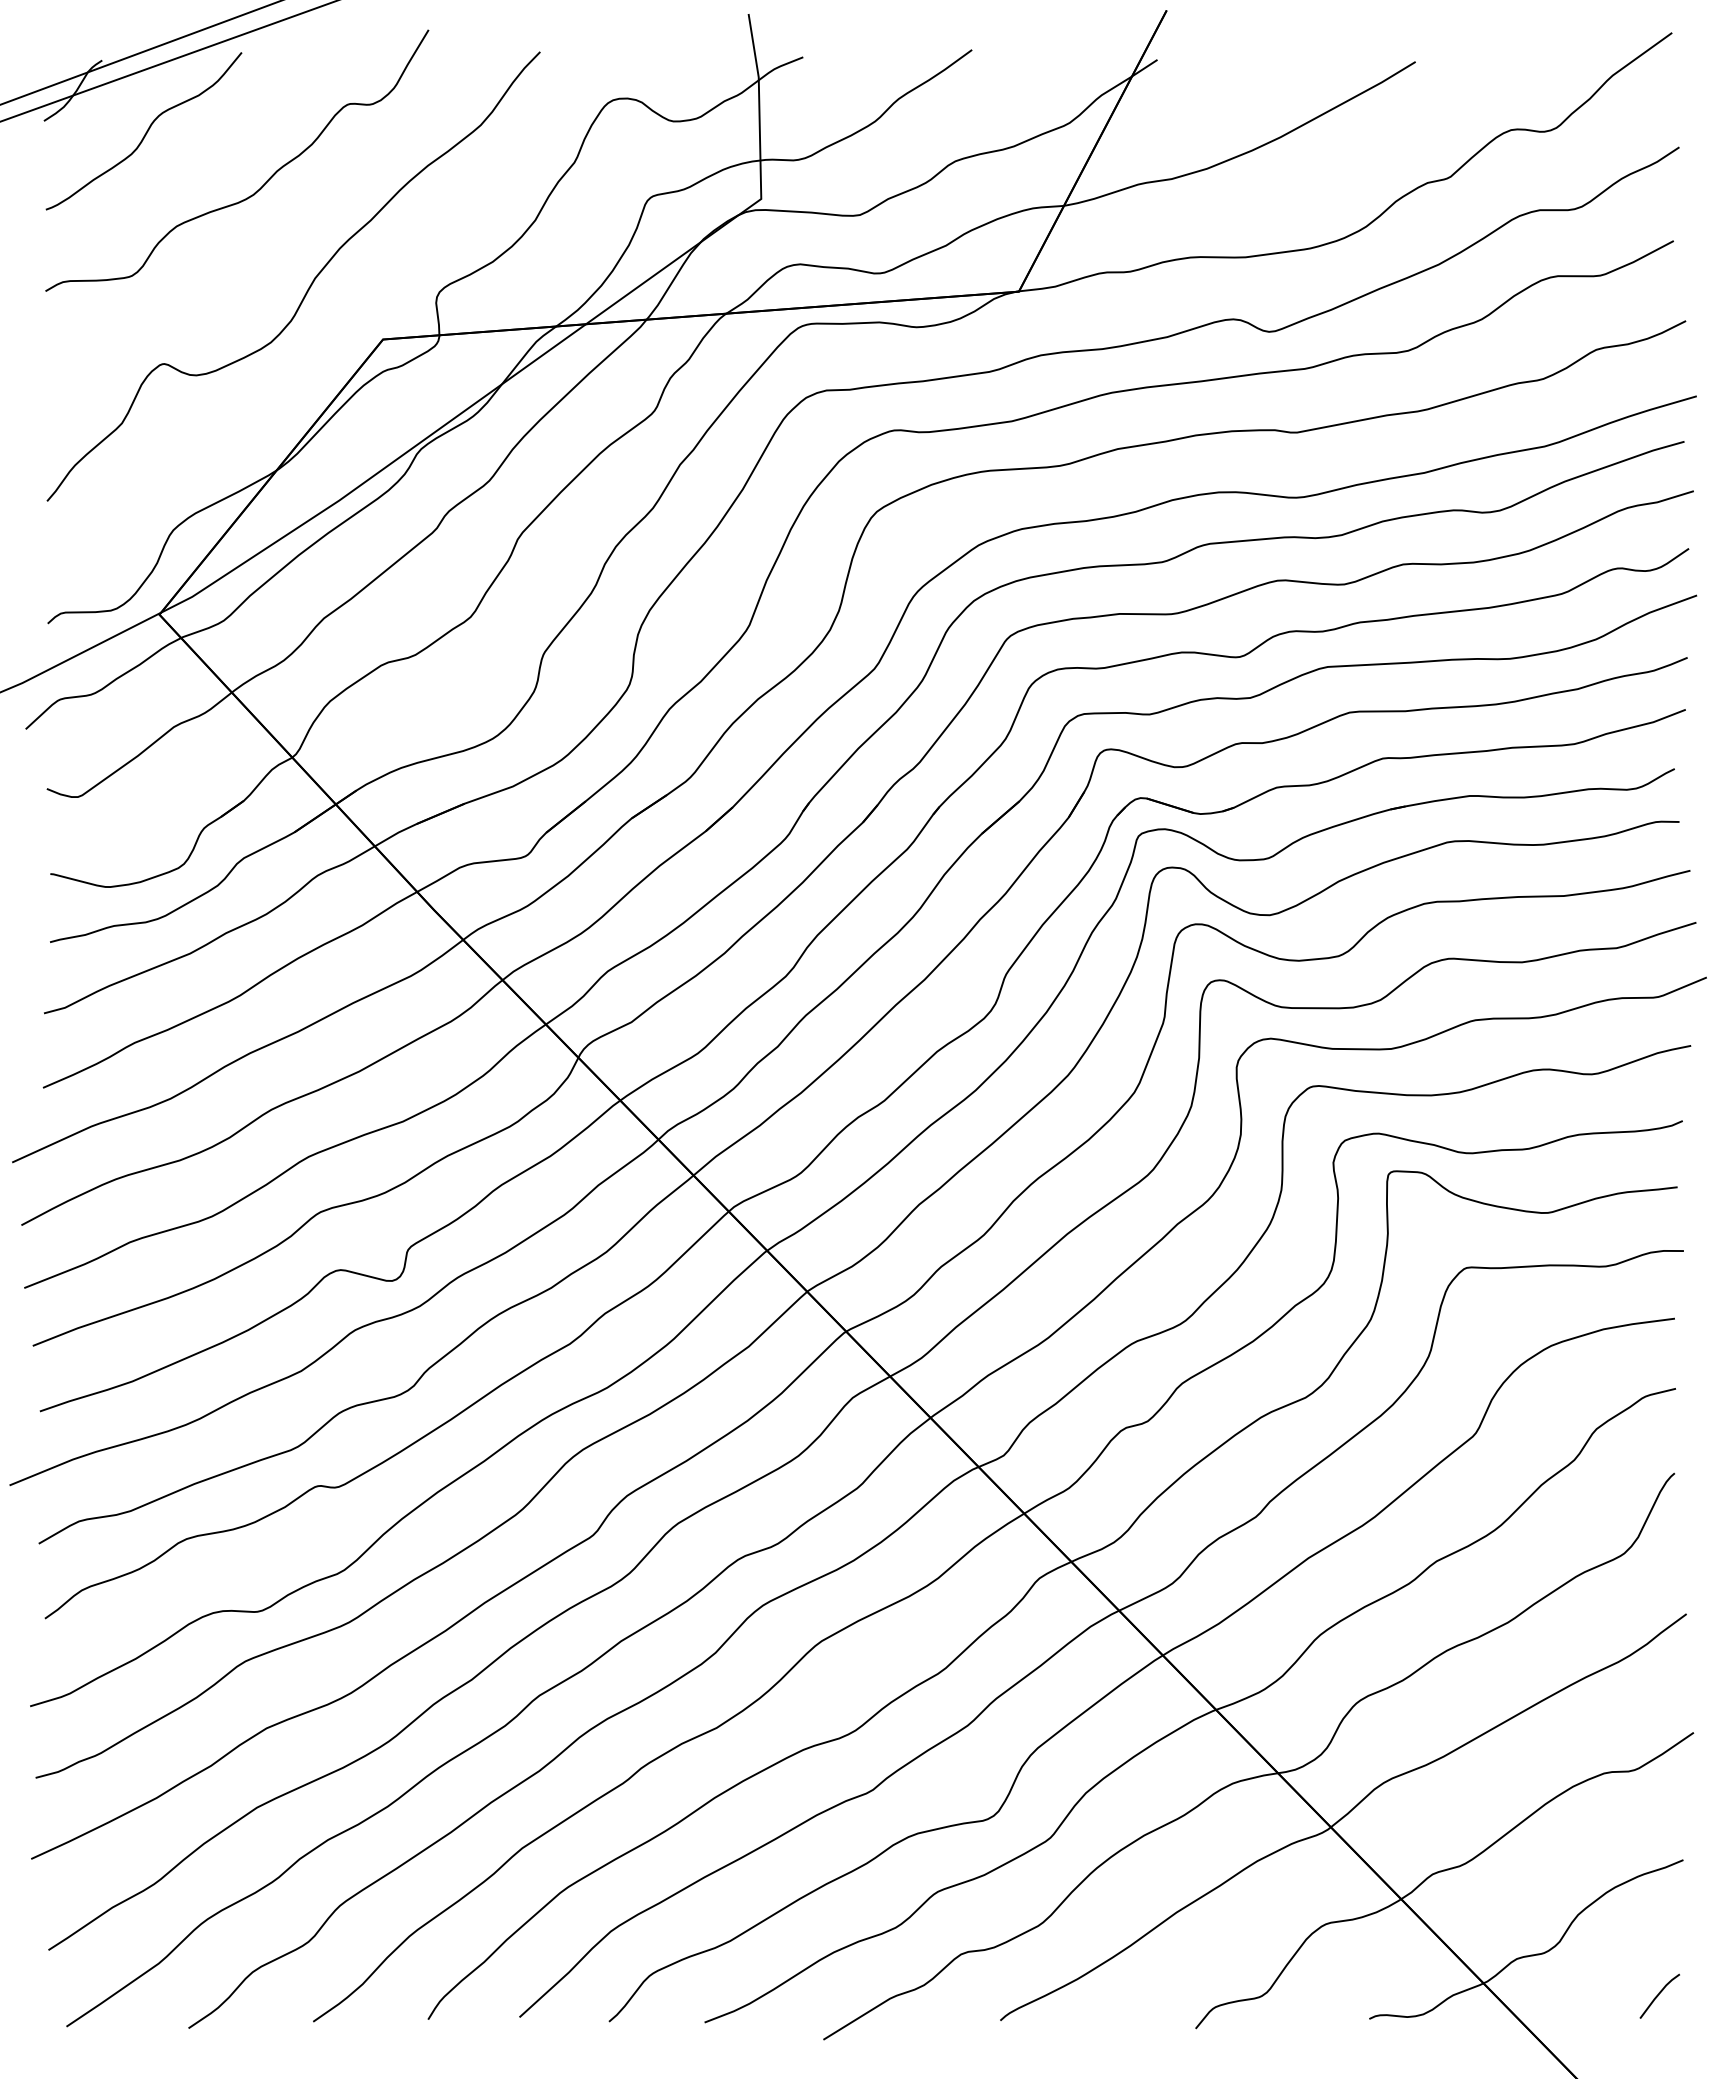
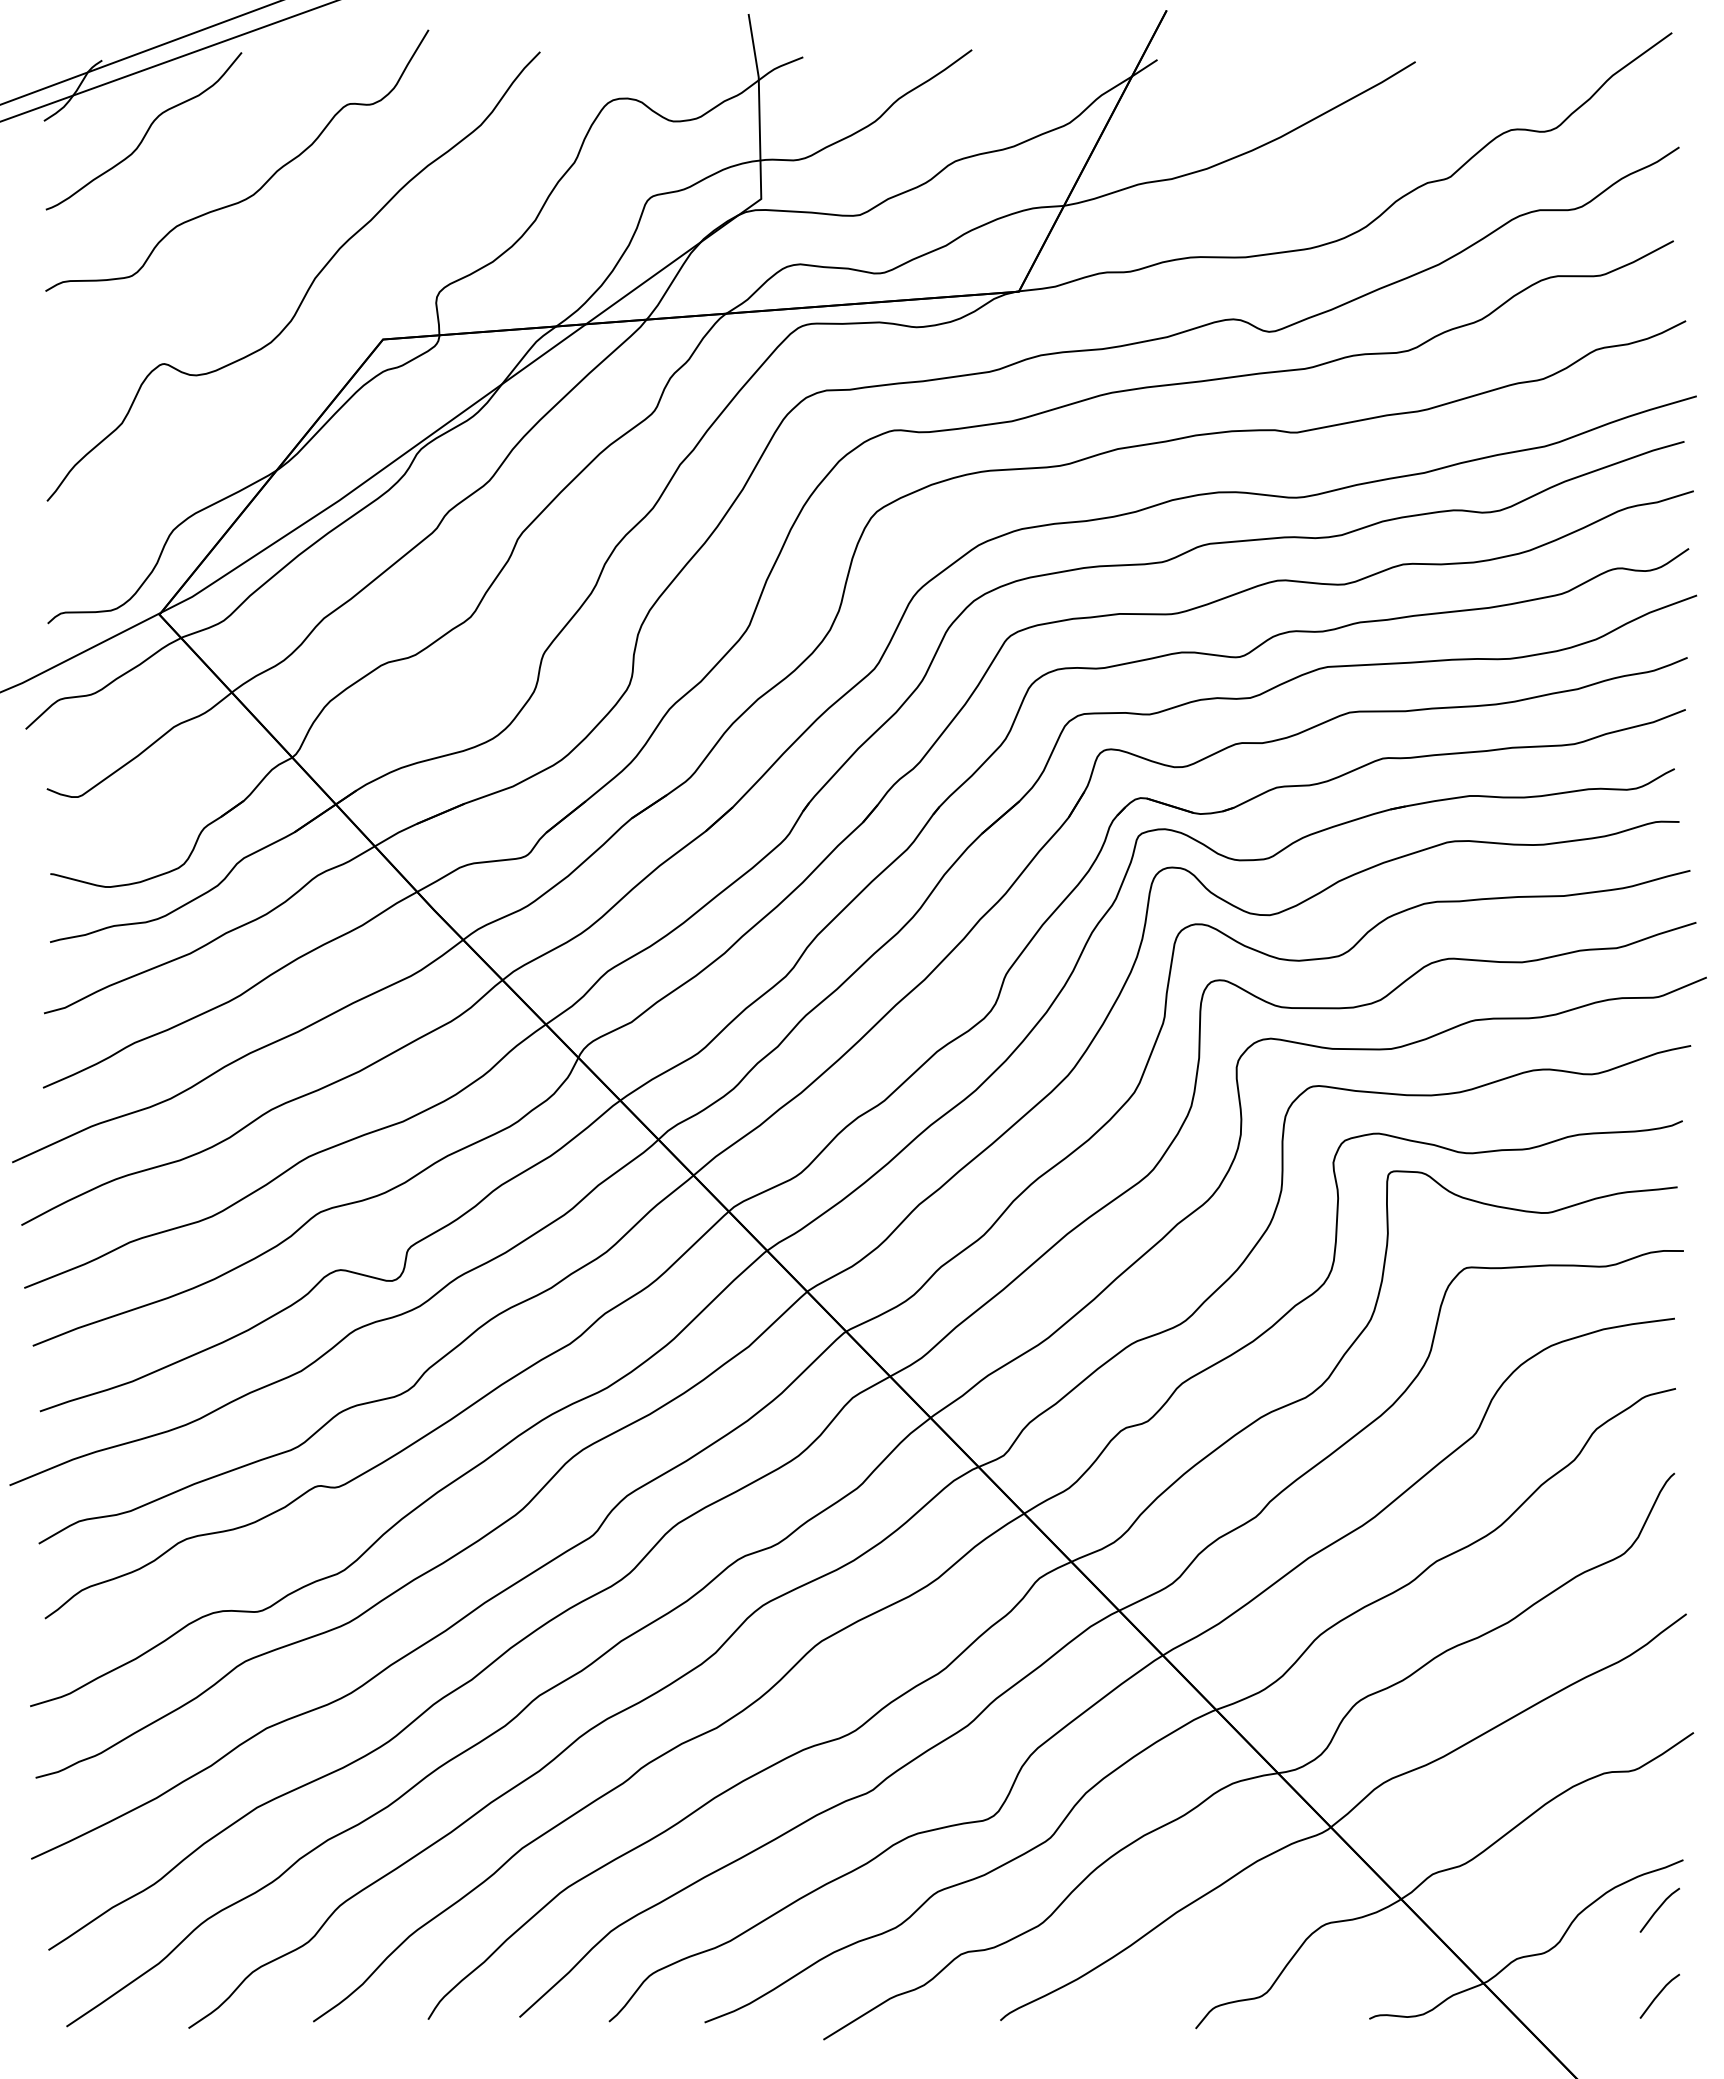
line at (1659, 1908): none -> present
